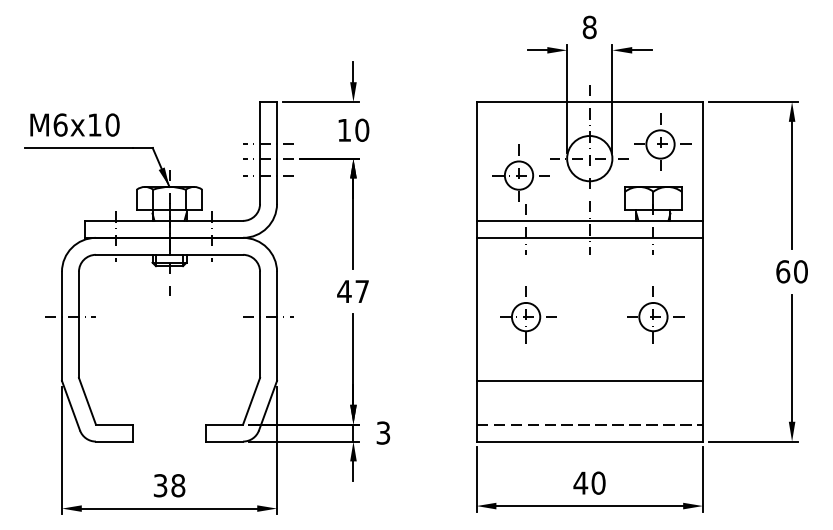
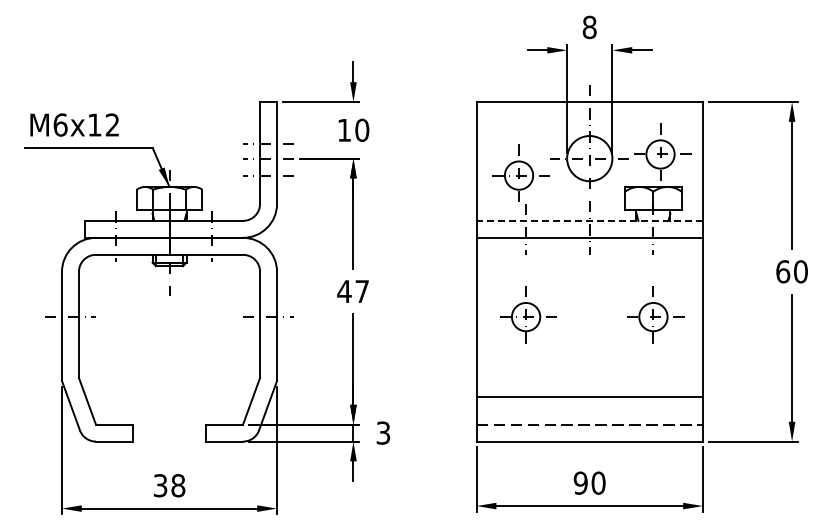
text at (112, 124): M6x10 -> M6x12
part at (662, 141) position: (662, 141) -> (662, 151)
line at (589, 220): solid -> dashed
line at (589, 380) position: (589, 380) -> (589, 396)
text at (580, 482): 40 -> 90
